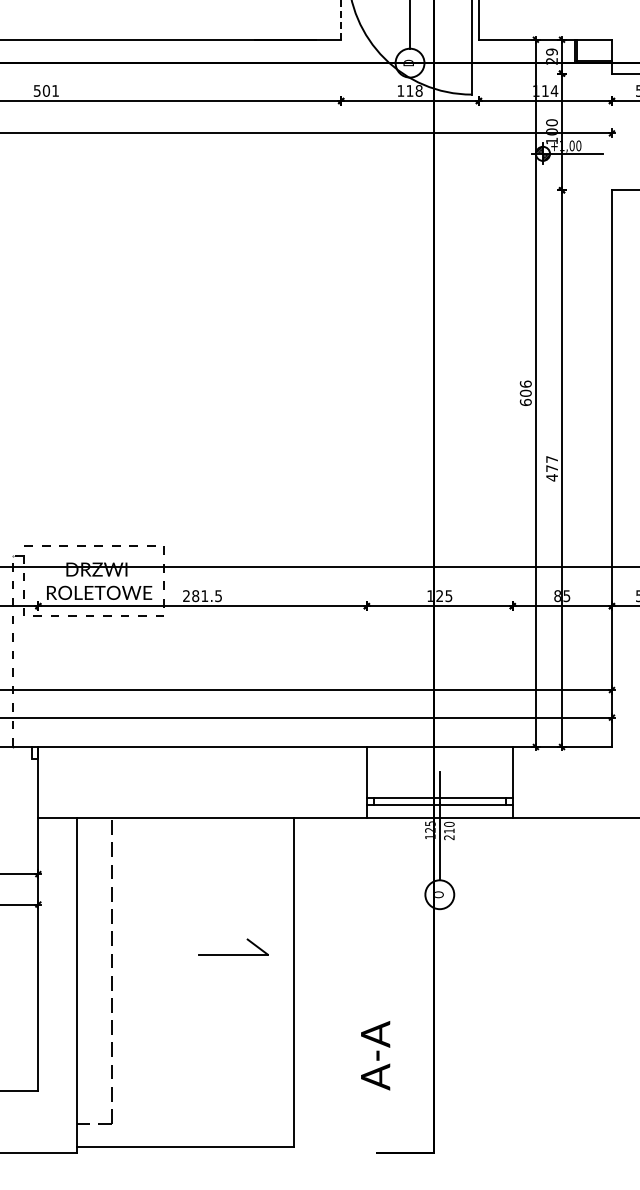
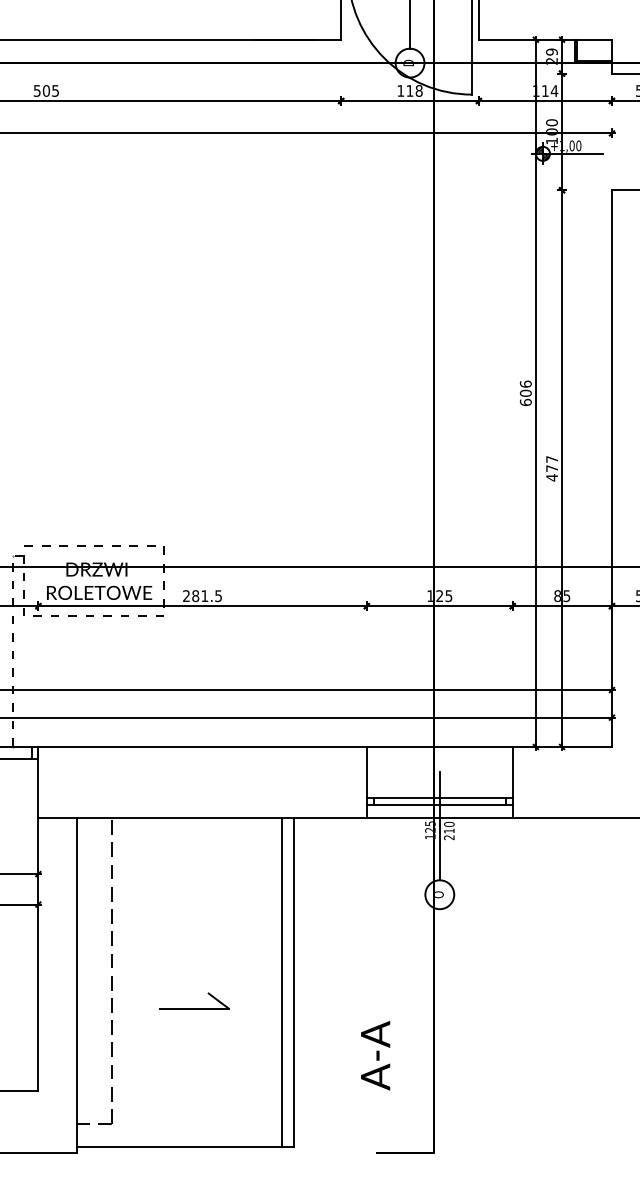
line at (341, 19): dashed -> solid
text at (55, 90): 501 -> 505
line at (16, 758): none -> present
part at (233, 954) position: (233, 954) -> (194, 1008)
line at (281, 982): none -> present
